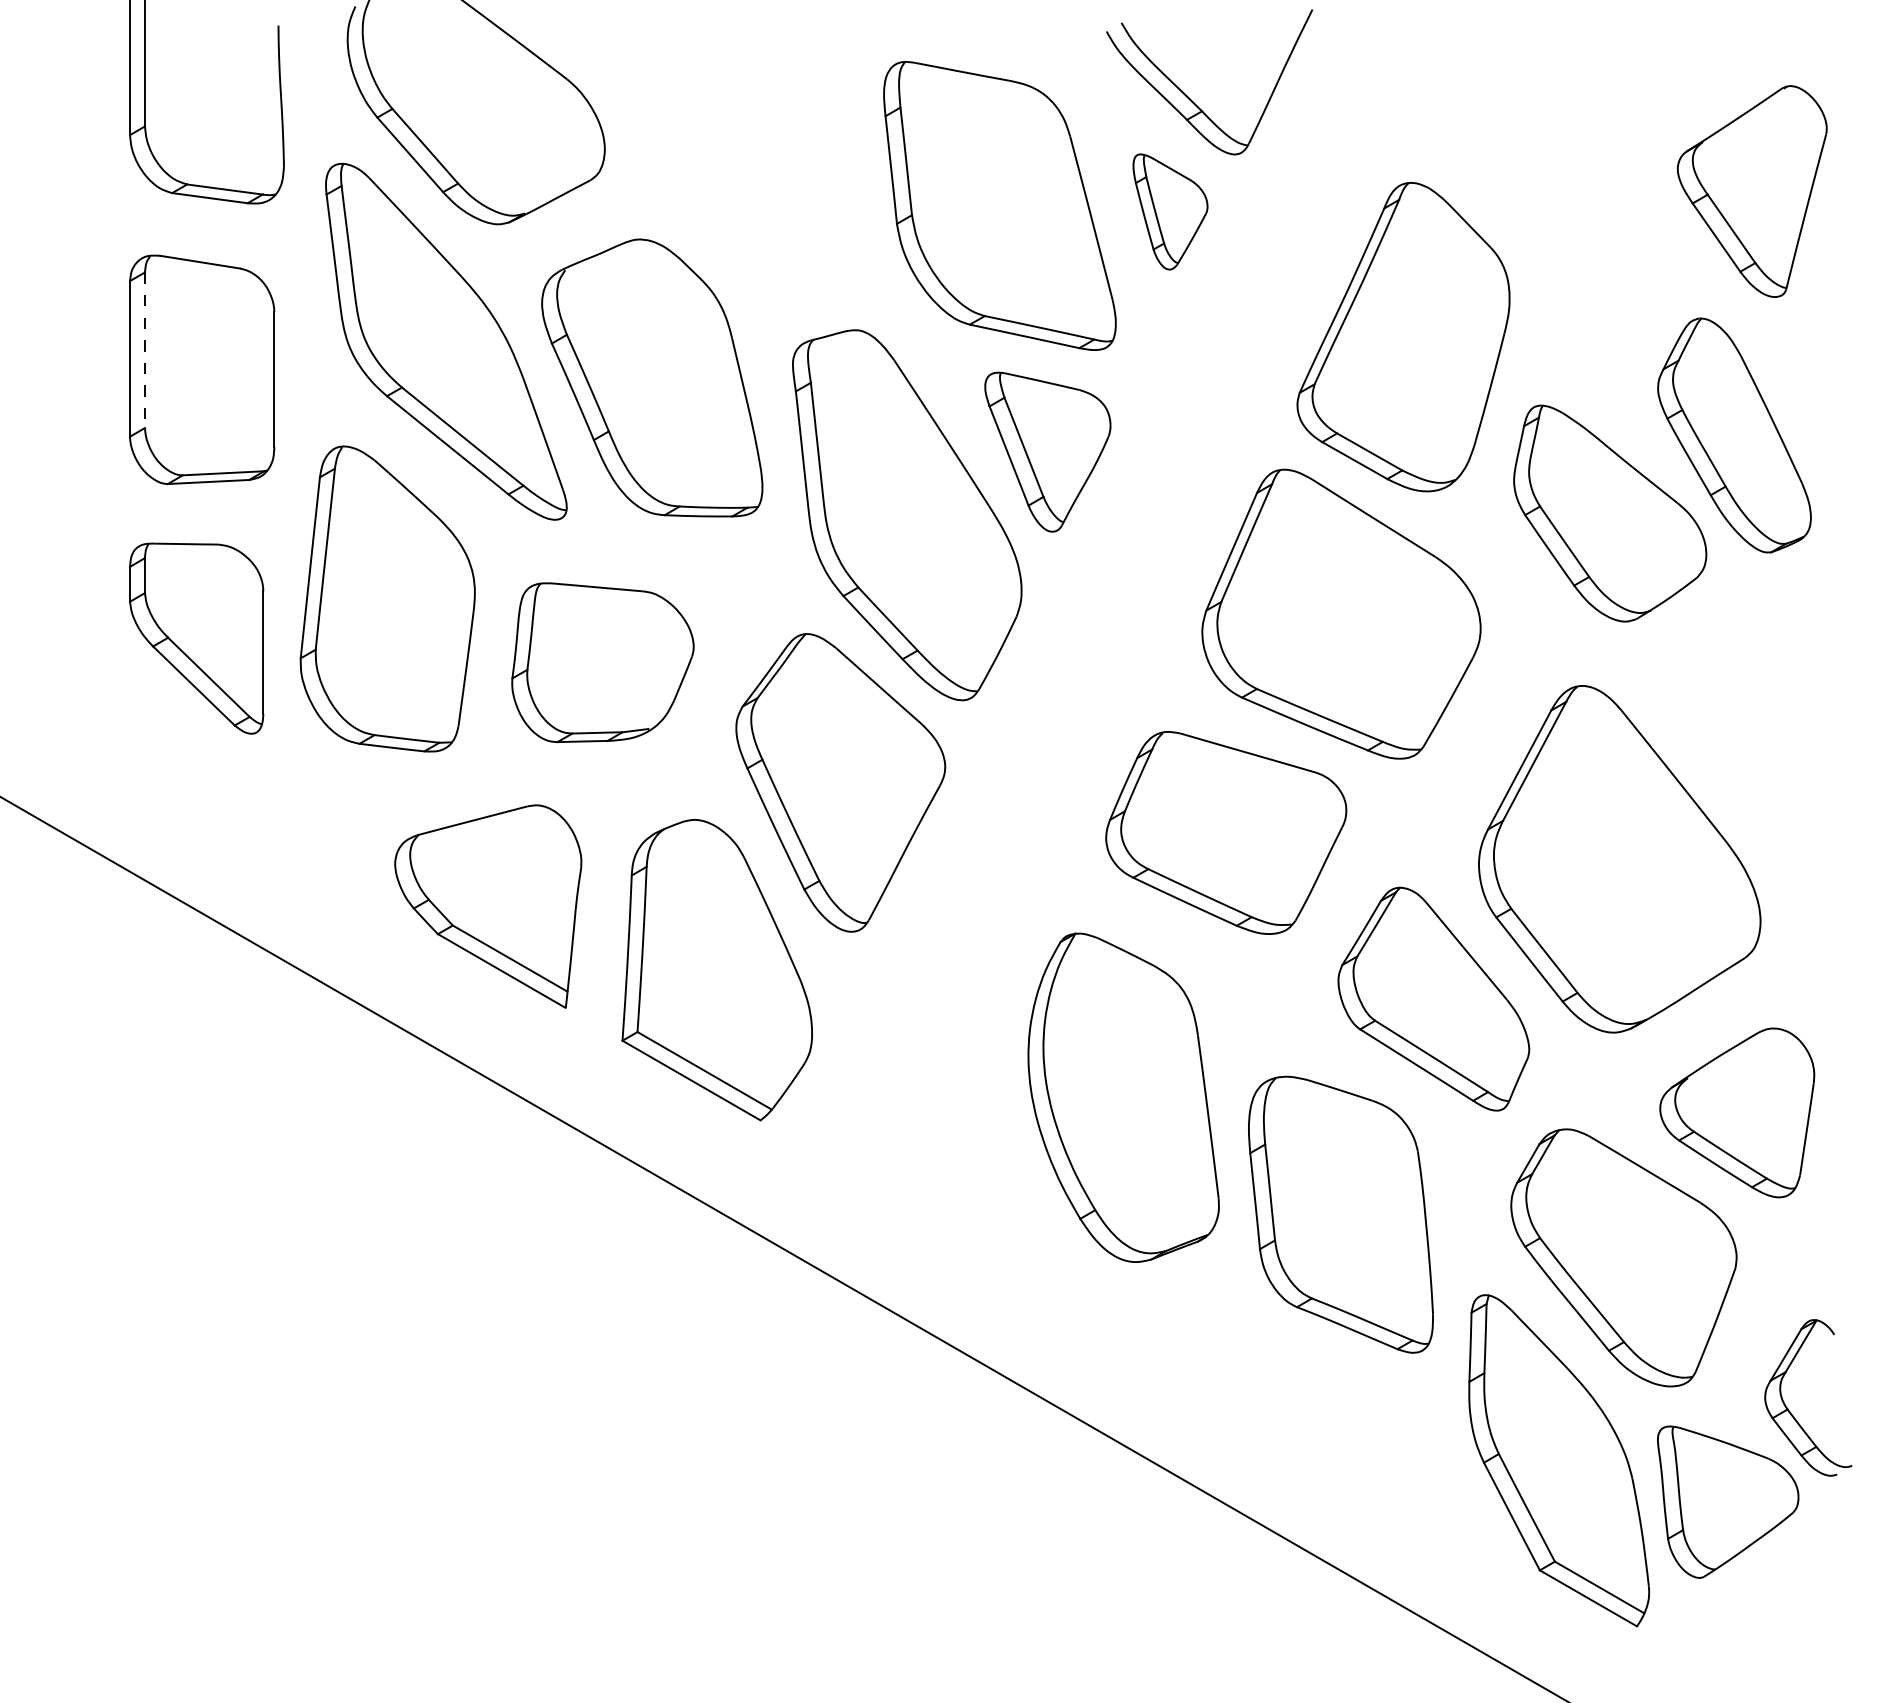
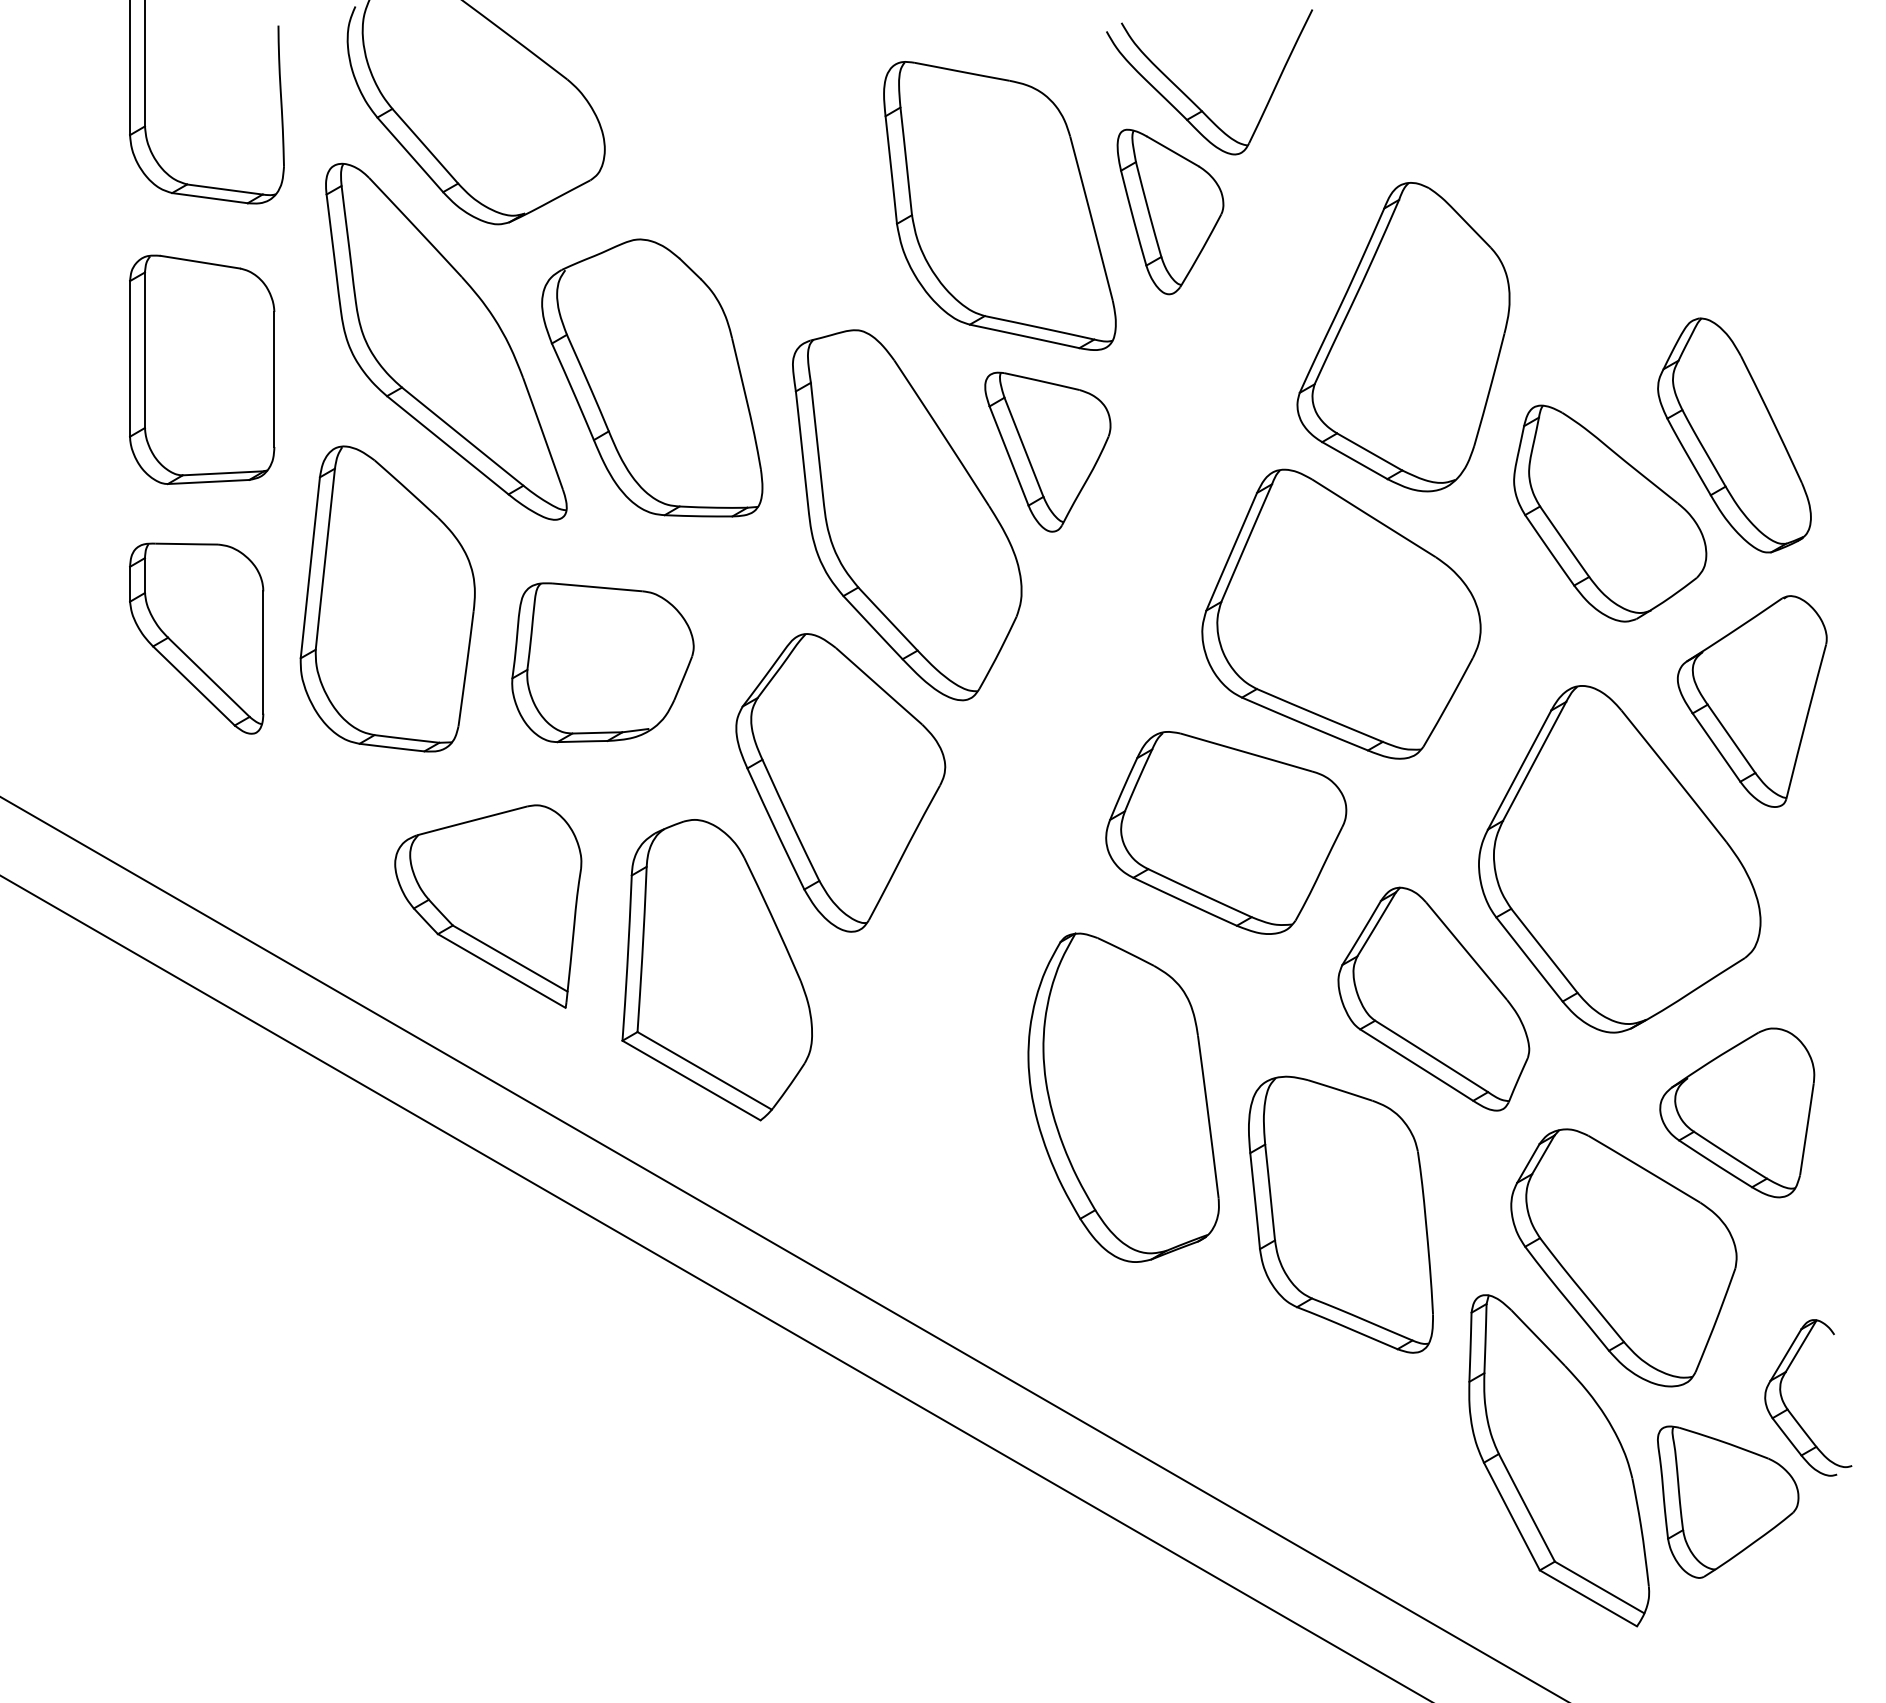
part at (1751, 191) position: (1751, 191) -> (1751, 701)
part at (1170, 211) size: 77x118 px -> 109x168 px
line at (144, 350): dashed -> solid
line at (714, 1287): none -> present
